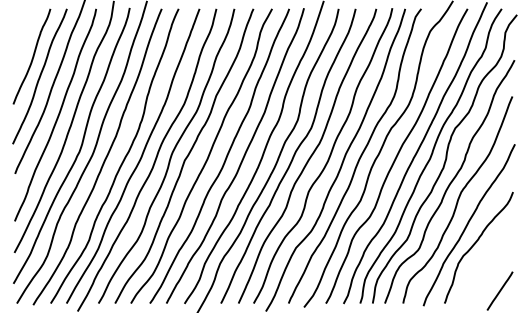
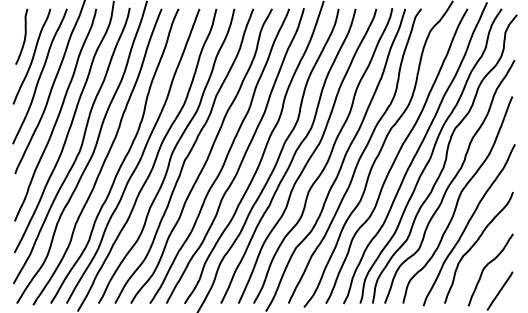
curve at (24, 36): none -> present
curve at (487, 266): none -> present
